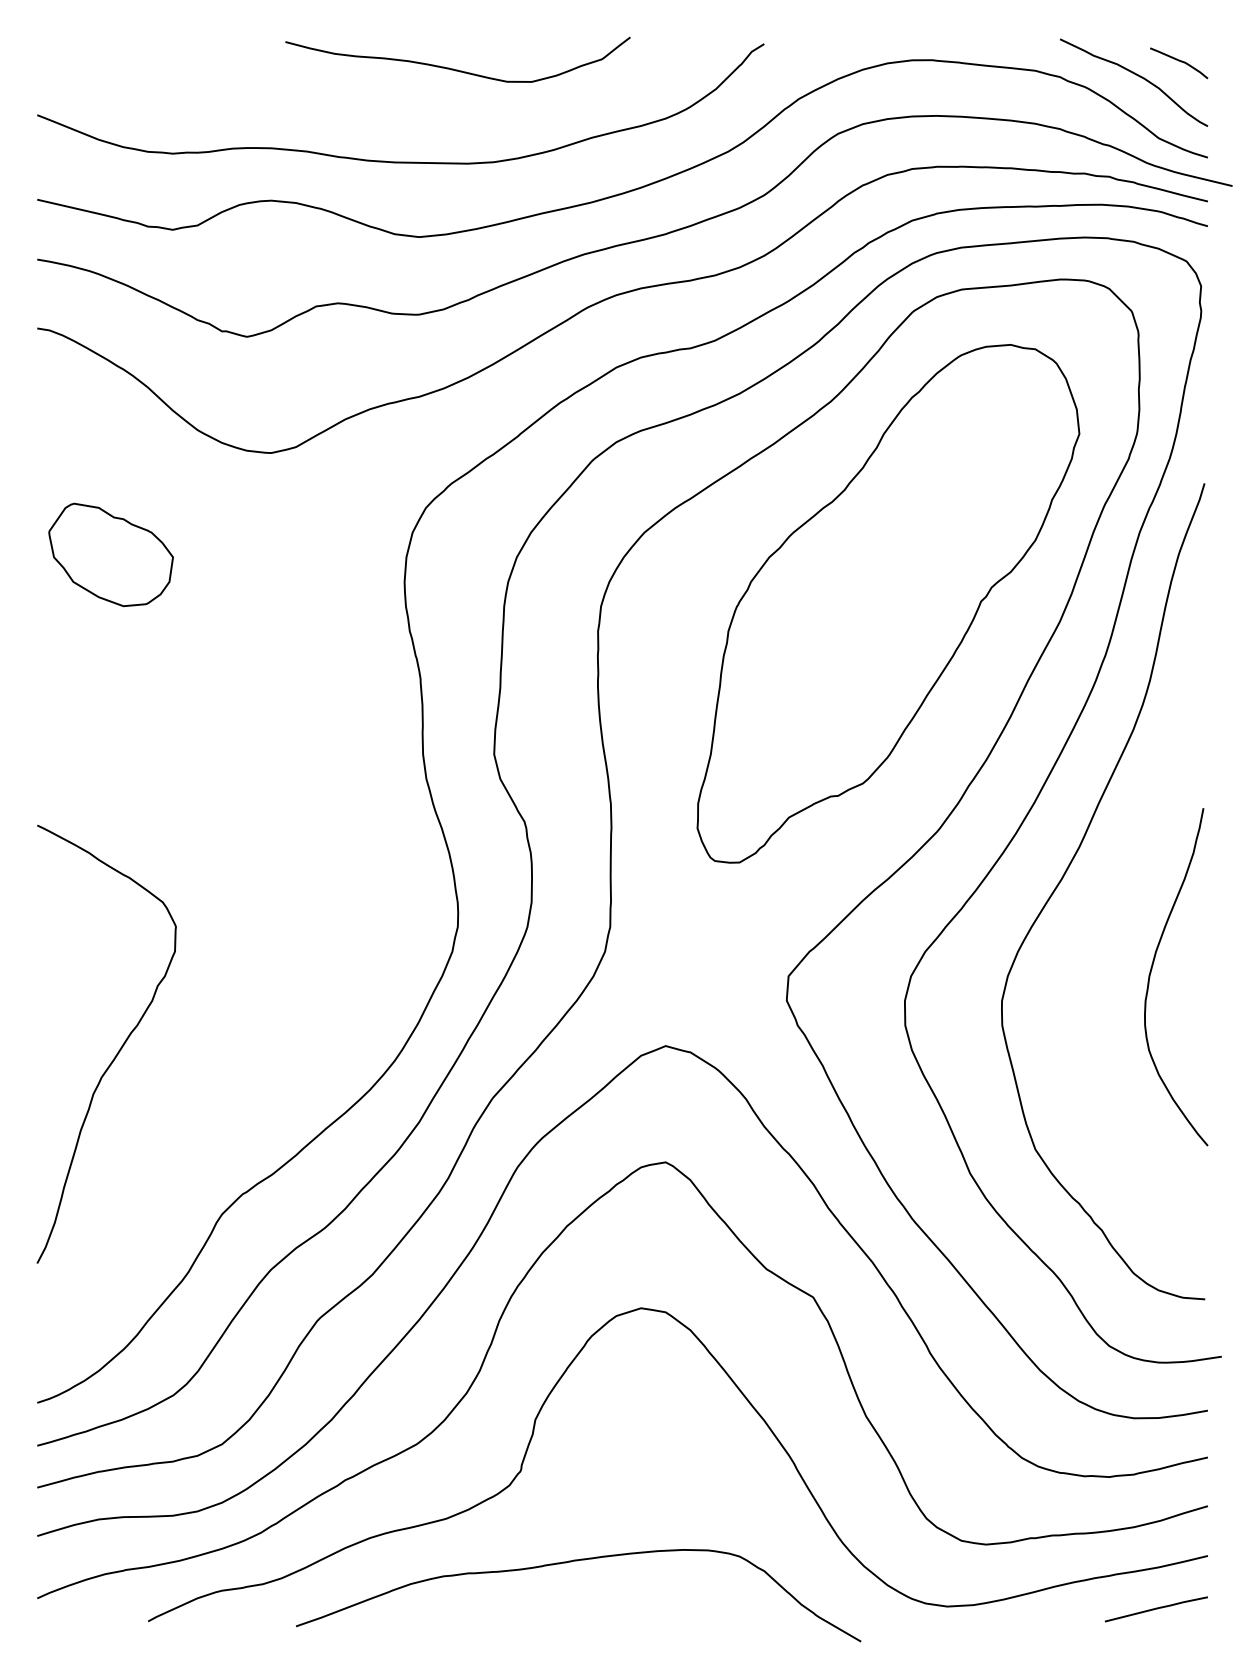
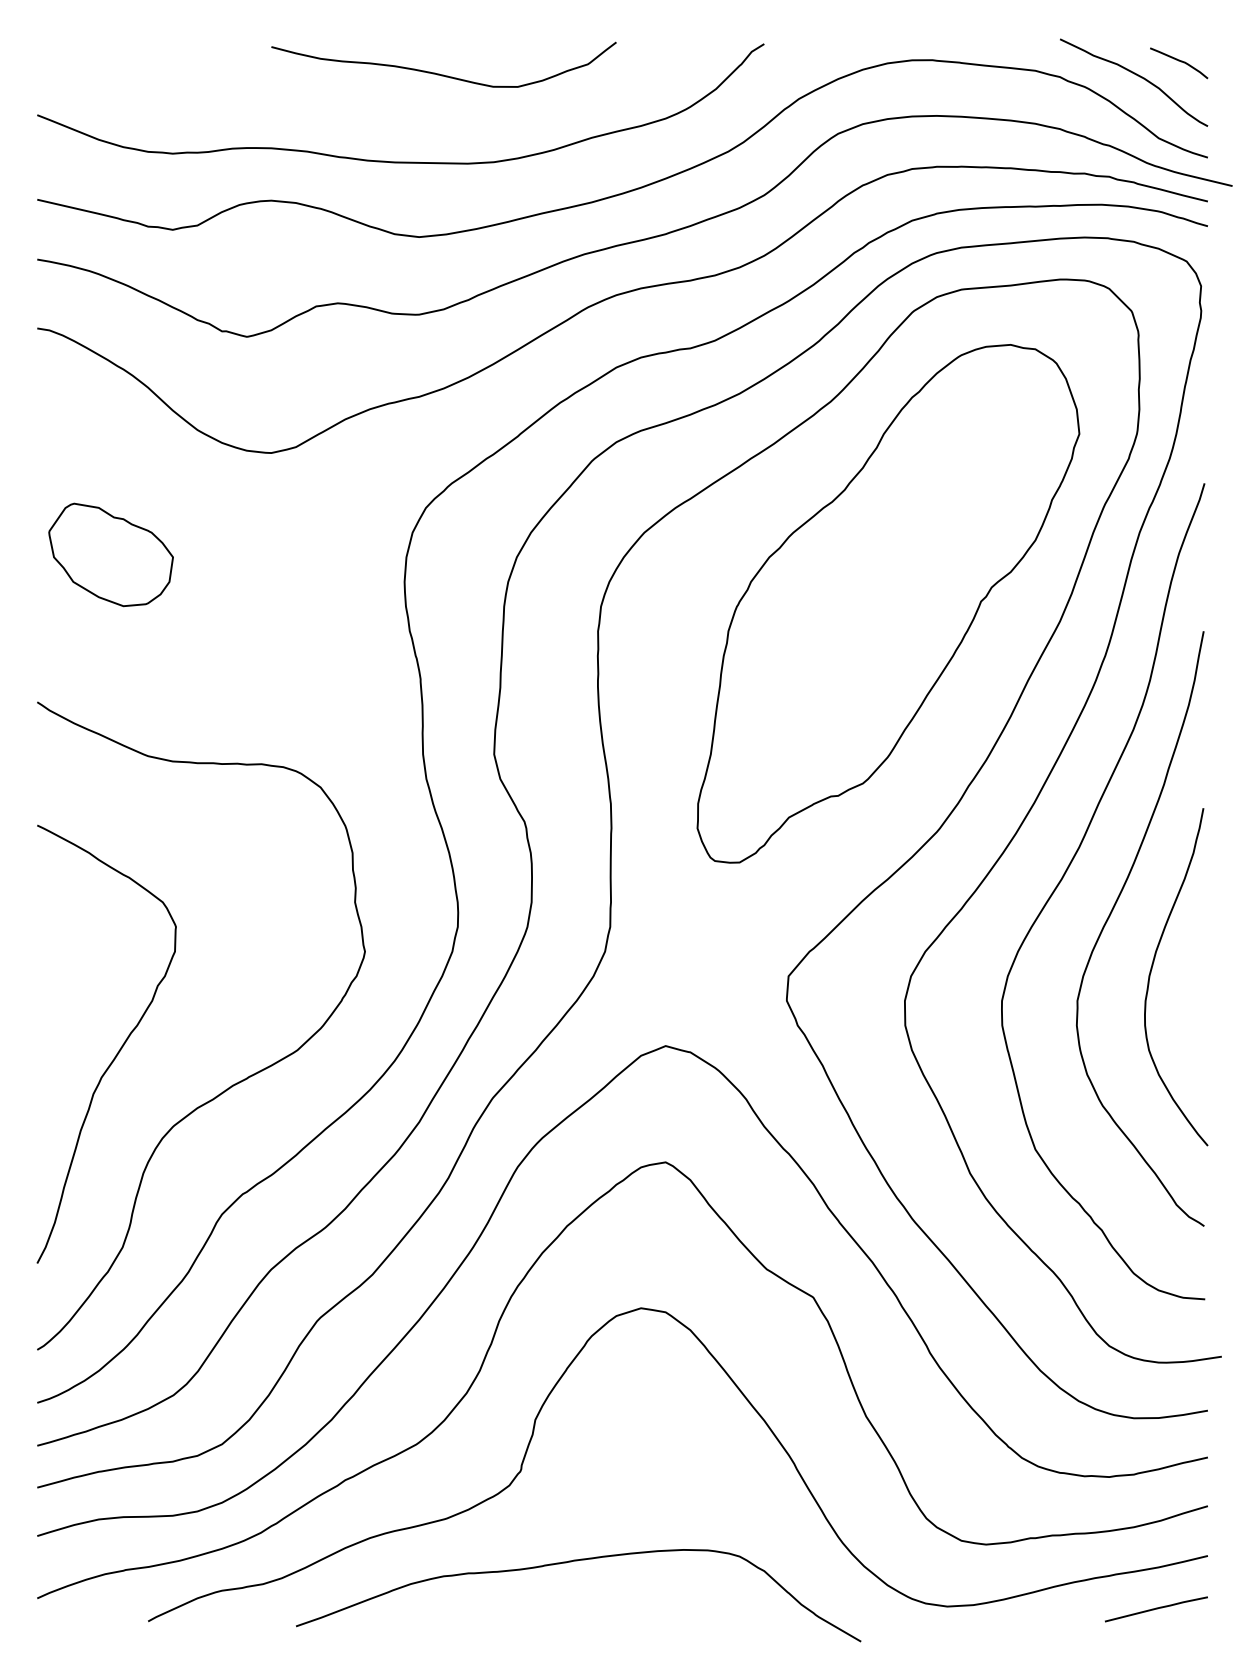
curve at (453, 68) position: (453, 68) -> (439, 73)
curve at (1111, 914): none -> present
curve at (232, 1084): none -> present
